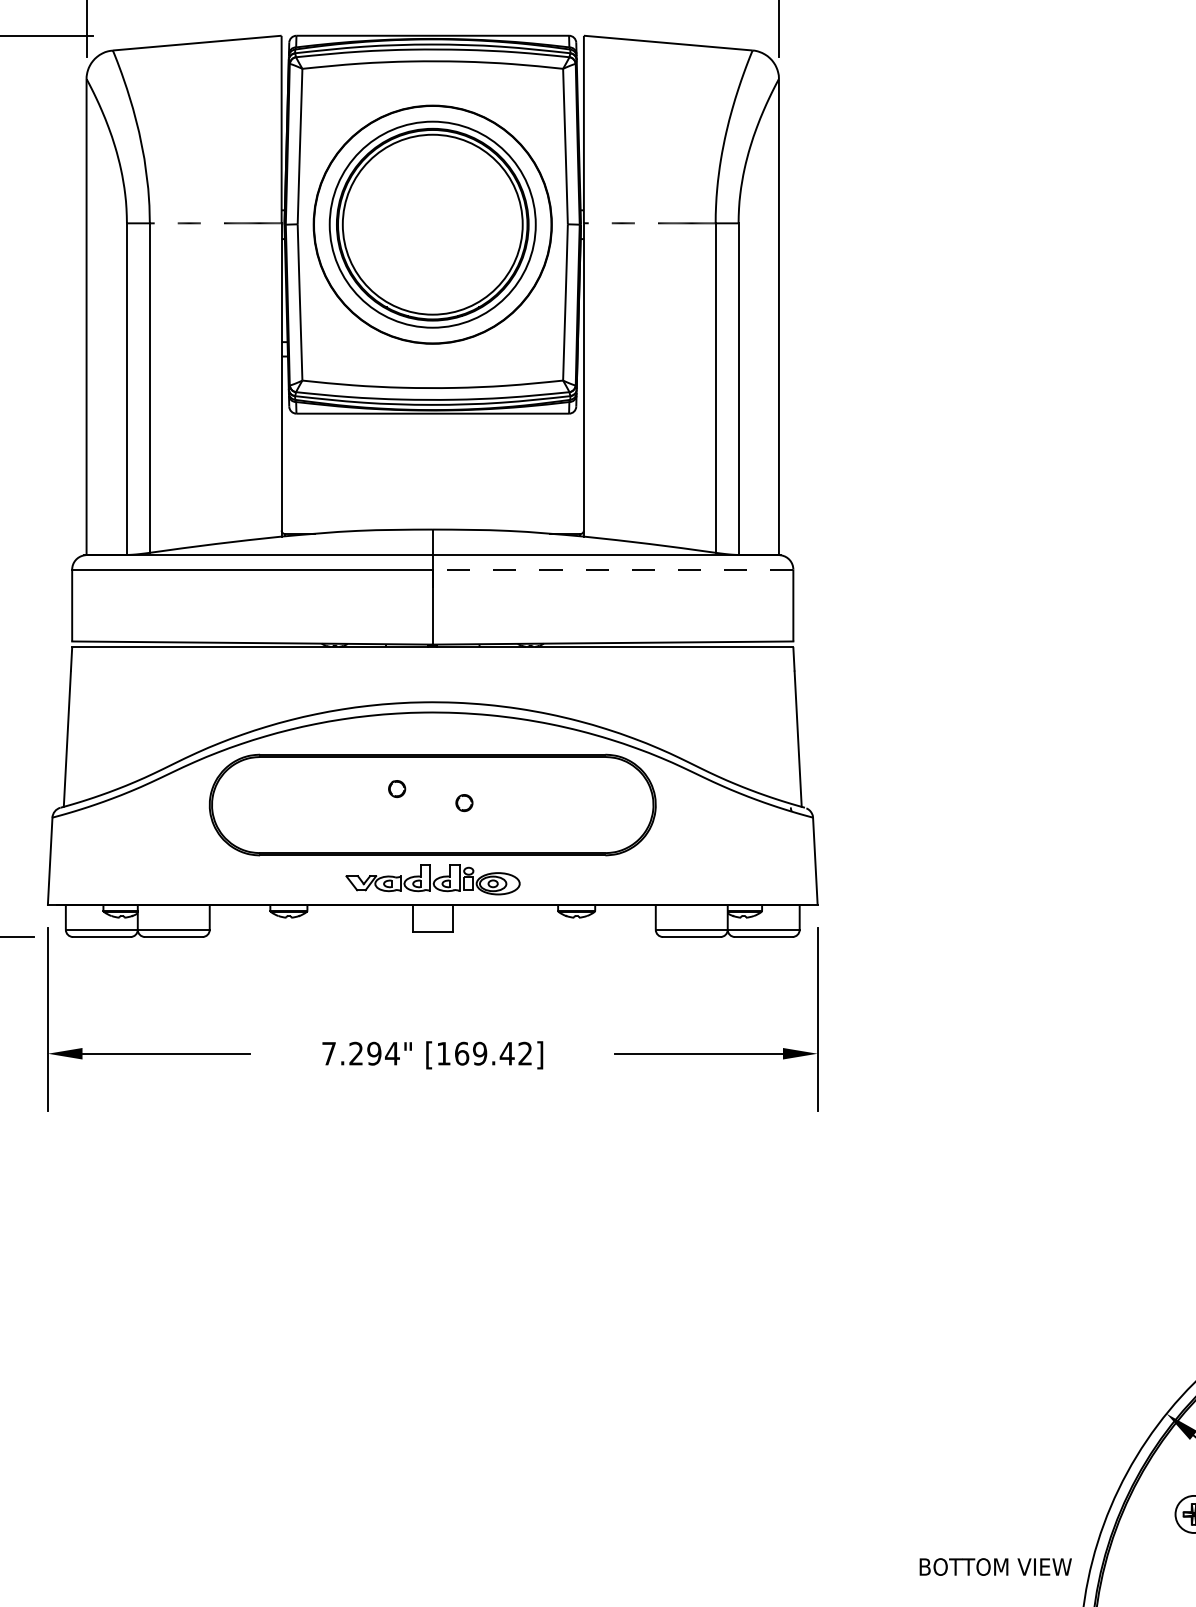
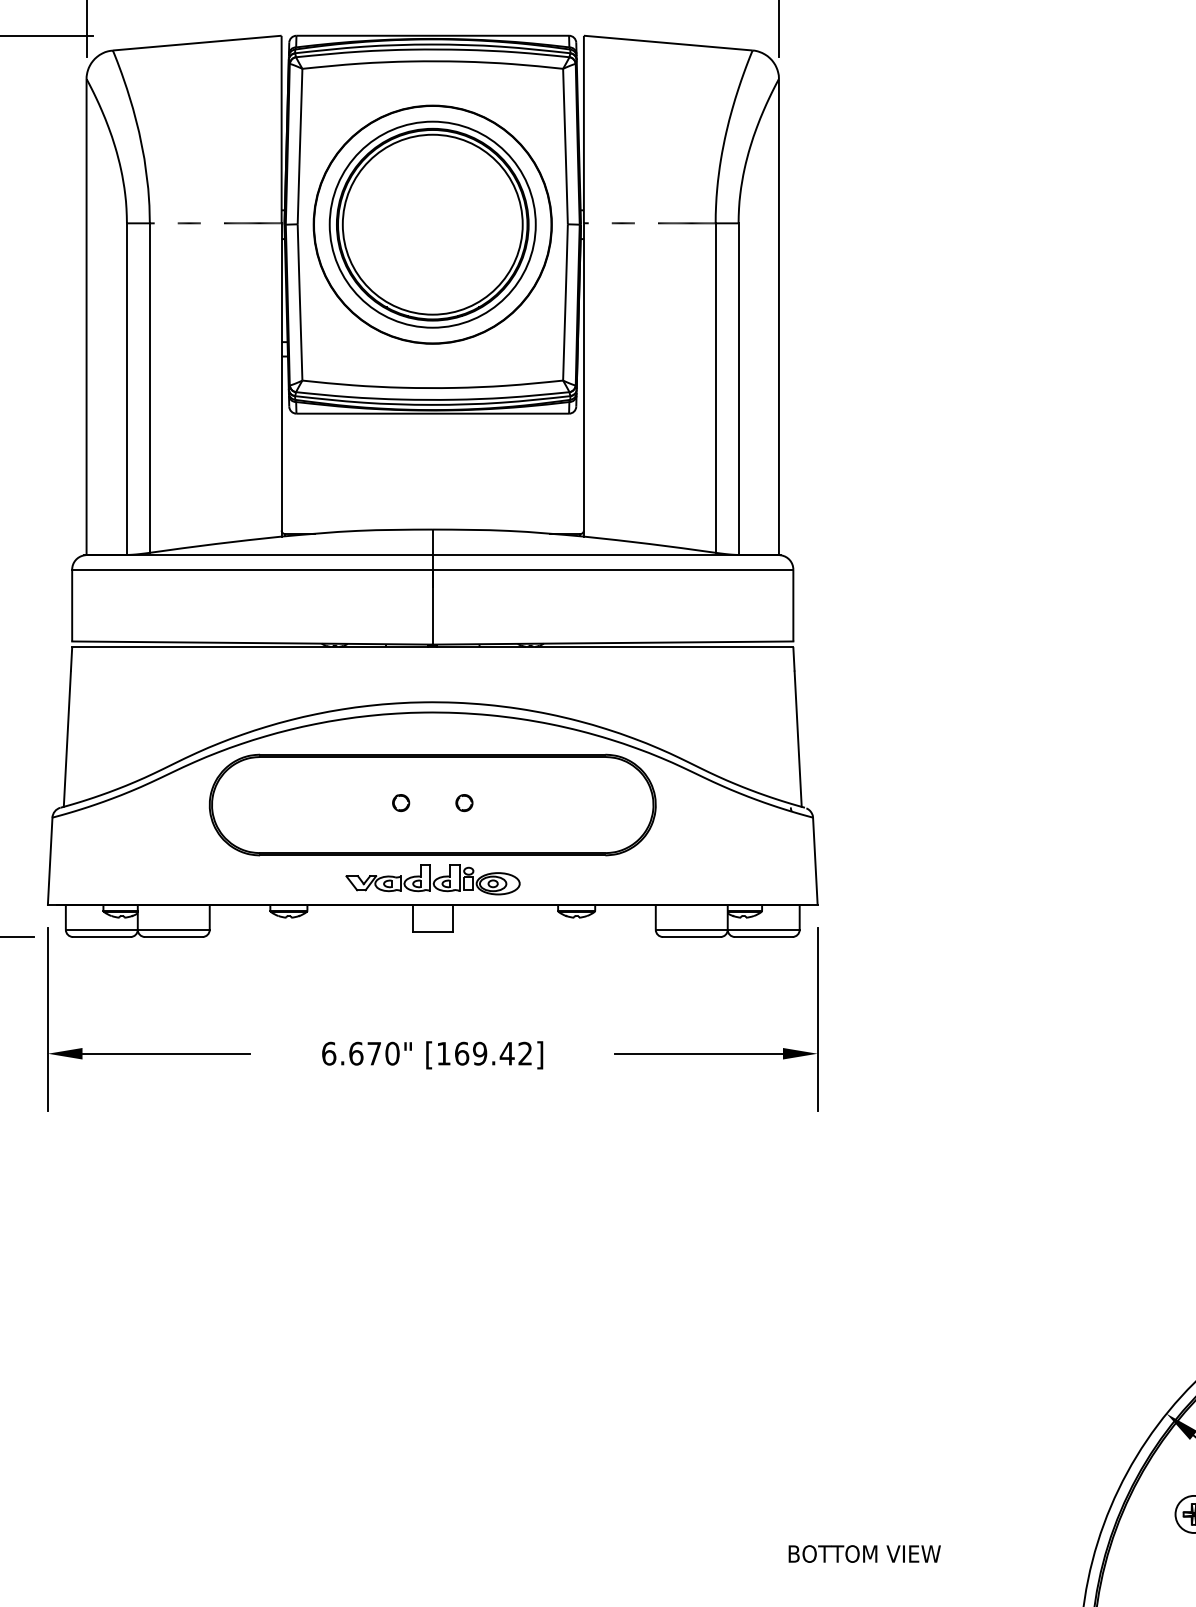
line at (612, 569): dashed -> solid
part at (397, 789) position: (397, 789) -> (401, 803)
text at (360, 1053): 7.294" -> 6.670"
text at (995, 1566) position: (995, 1566) -> (864, 1553)
